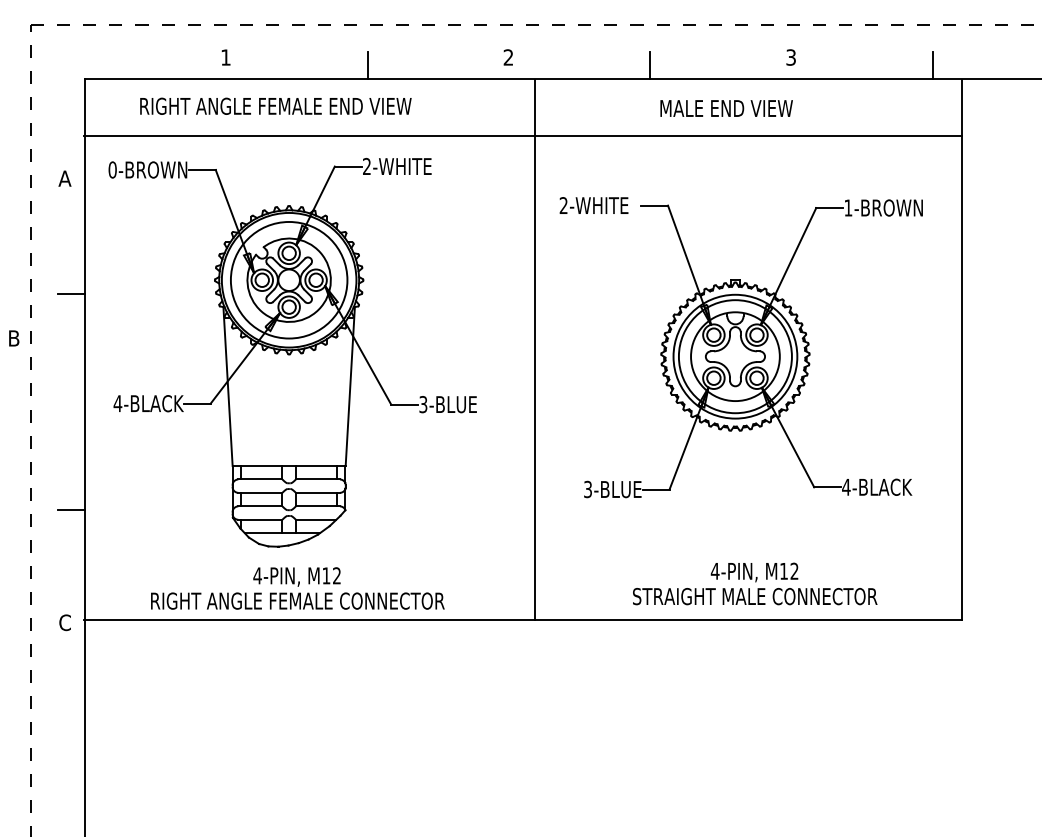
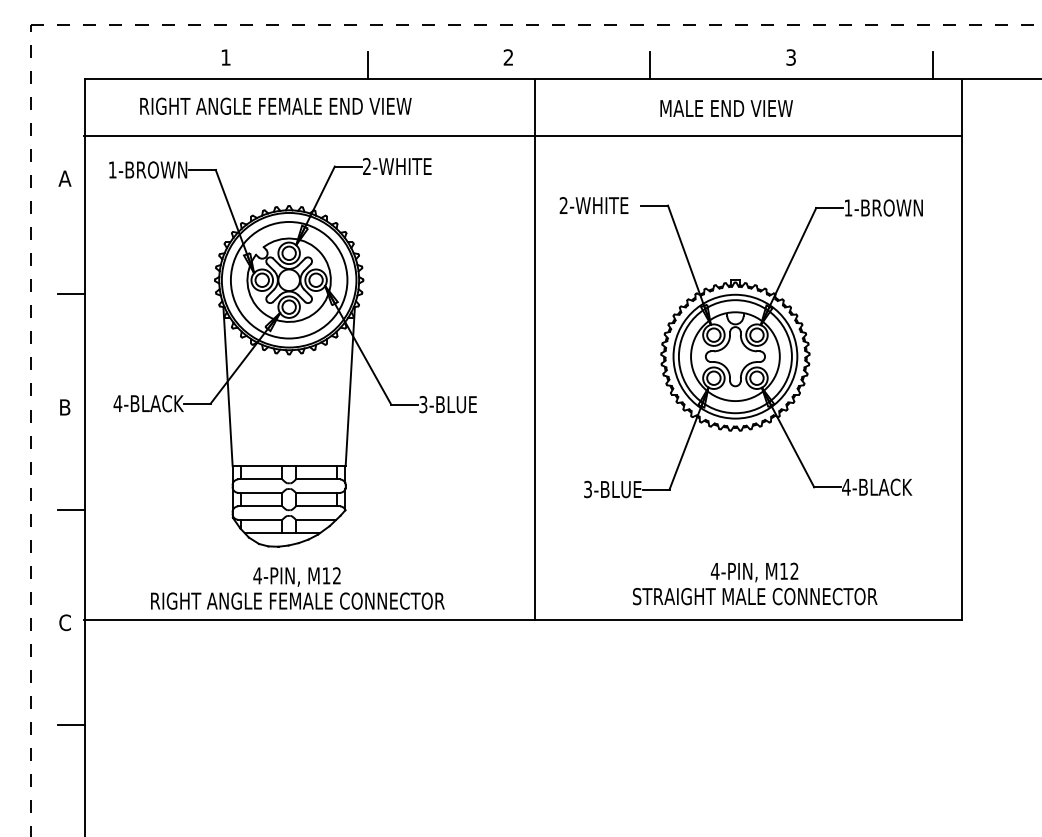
text at (112, 169): 0-BROWN -> 1-BROWN
text at (14, 338) position: (14, 338) -> (65, 407)
line at (71, 725): none -> present
